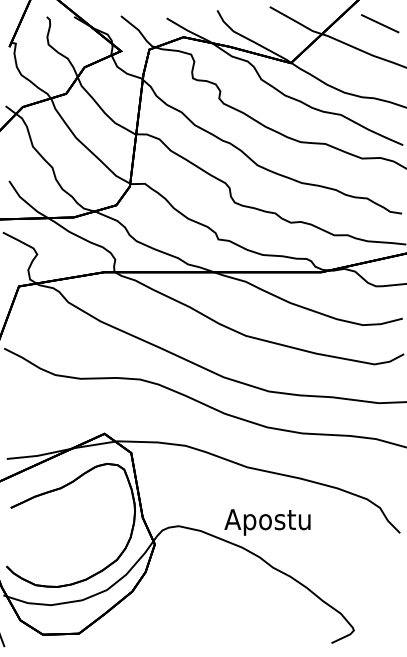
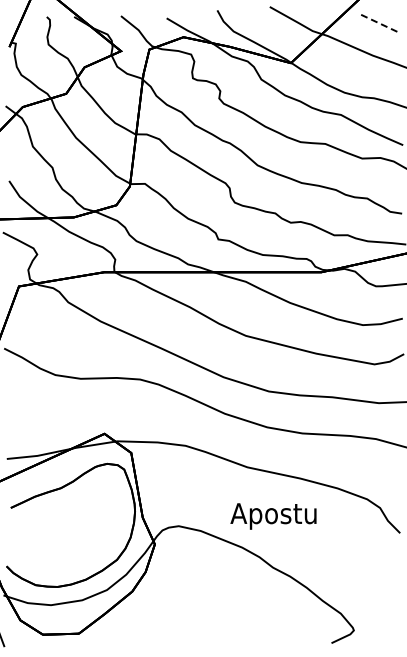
line at (380, 23): solid -> dashed
text at (267, 522) position: (267, 522) -> (273, 516)
